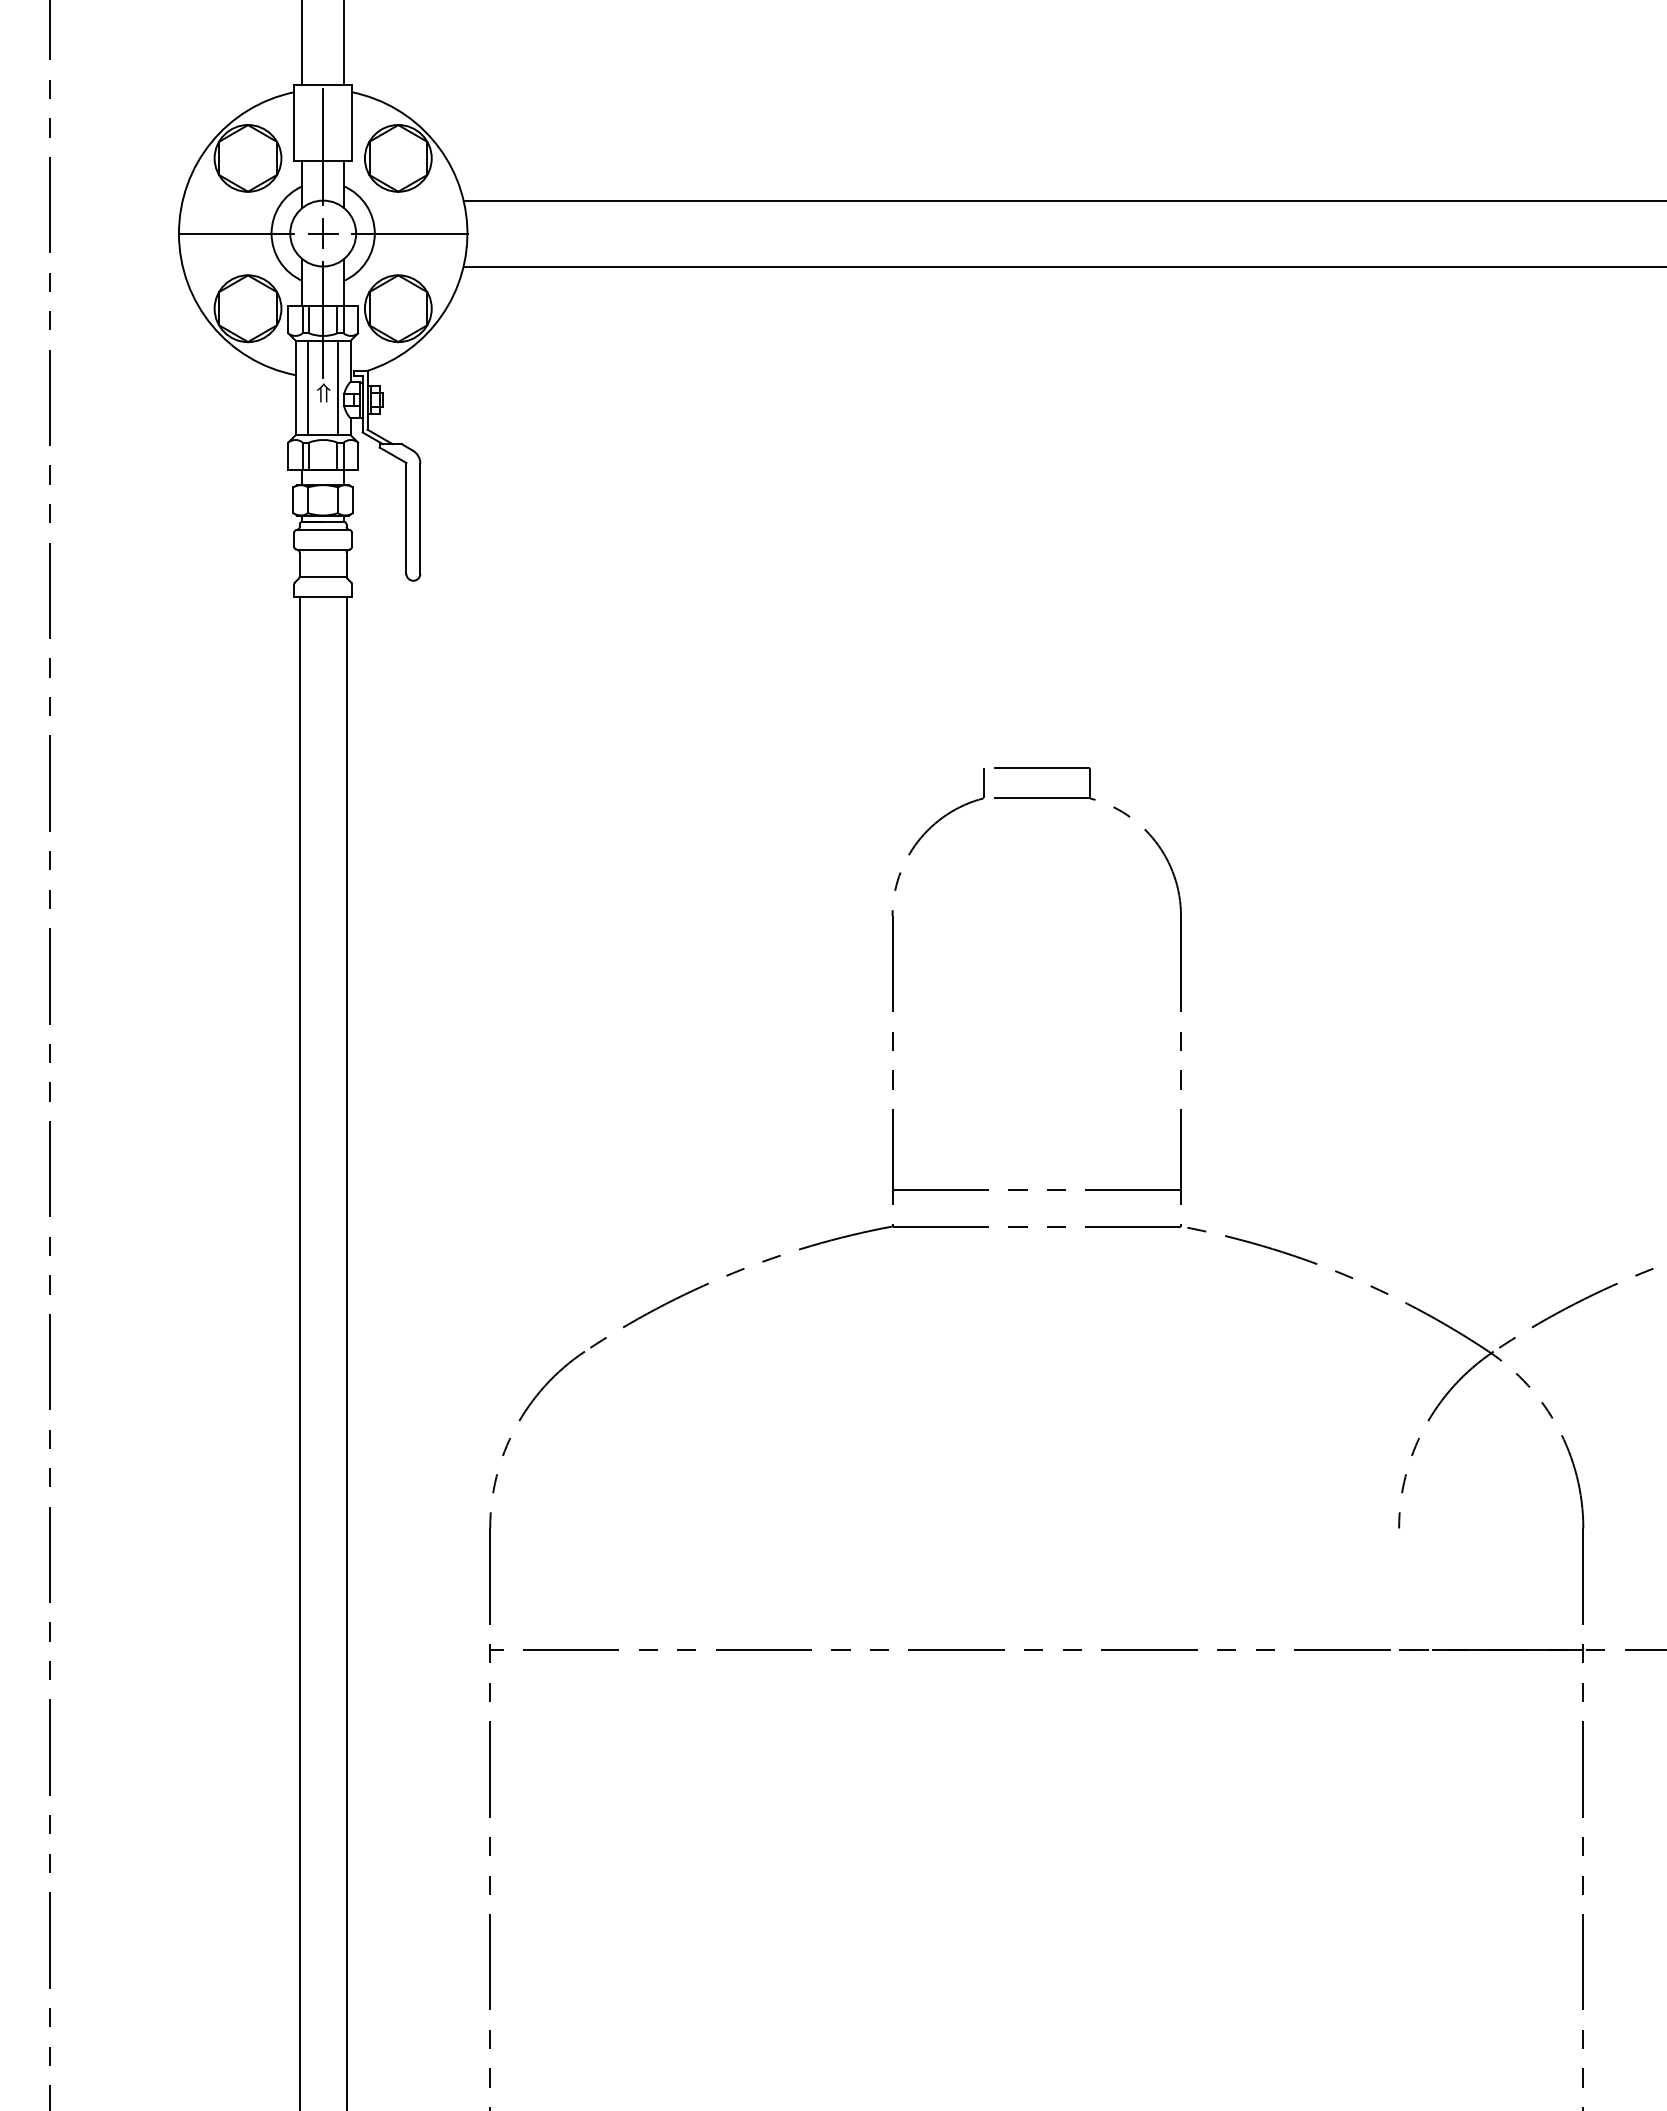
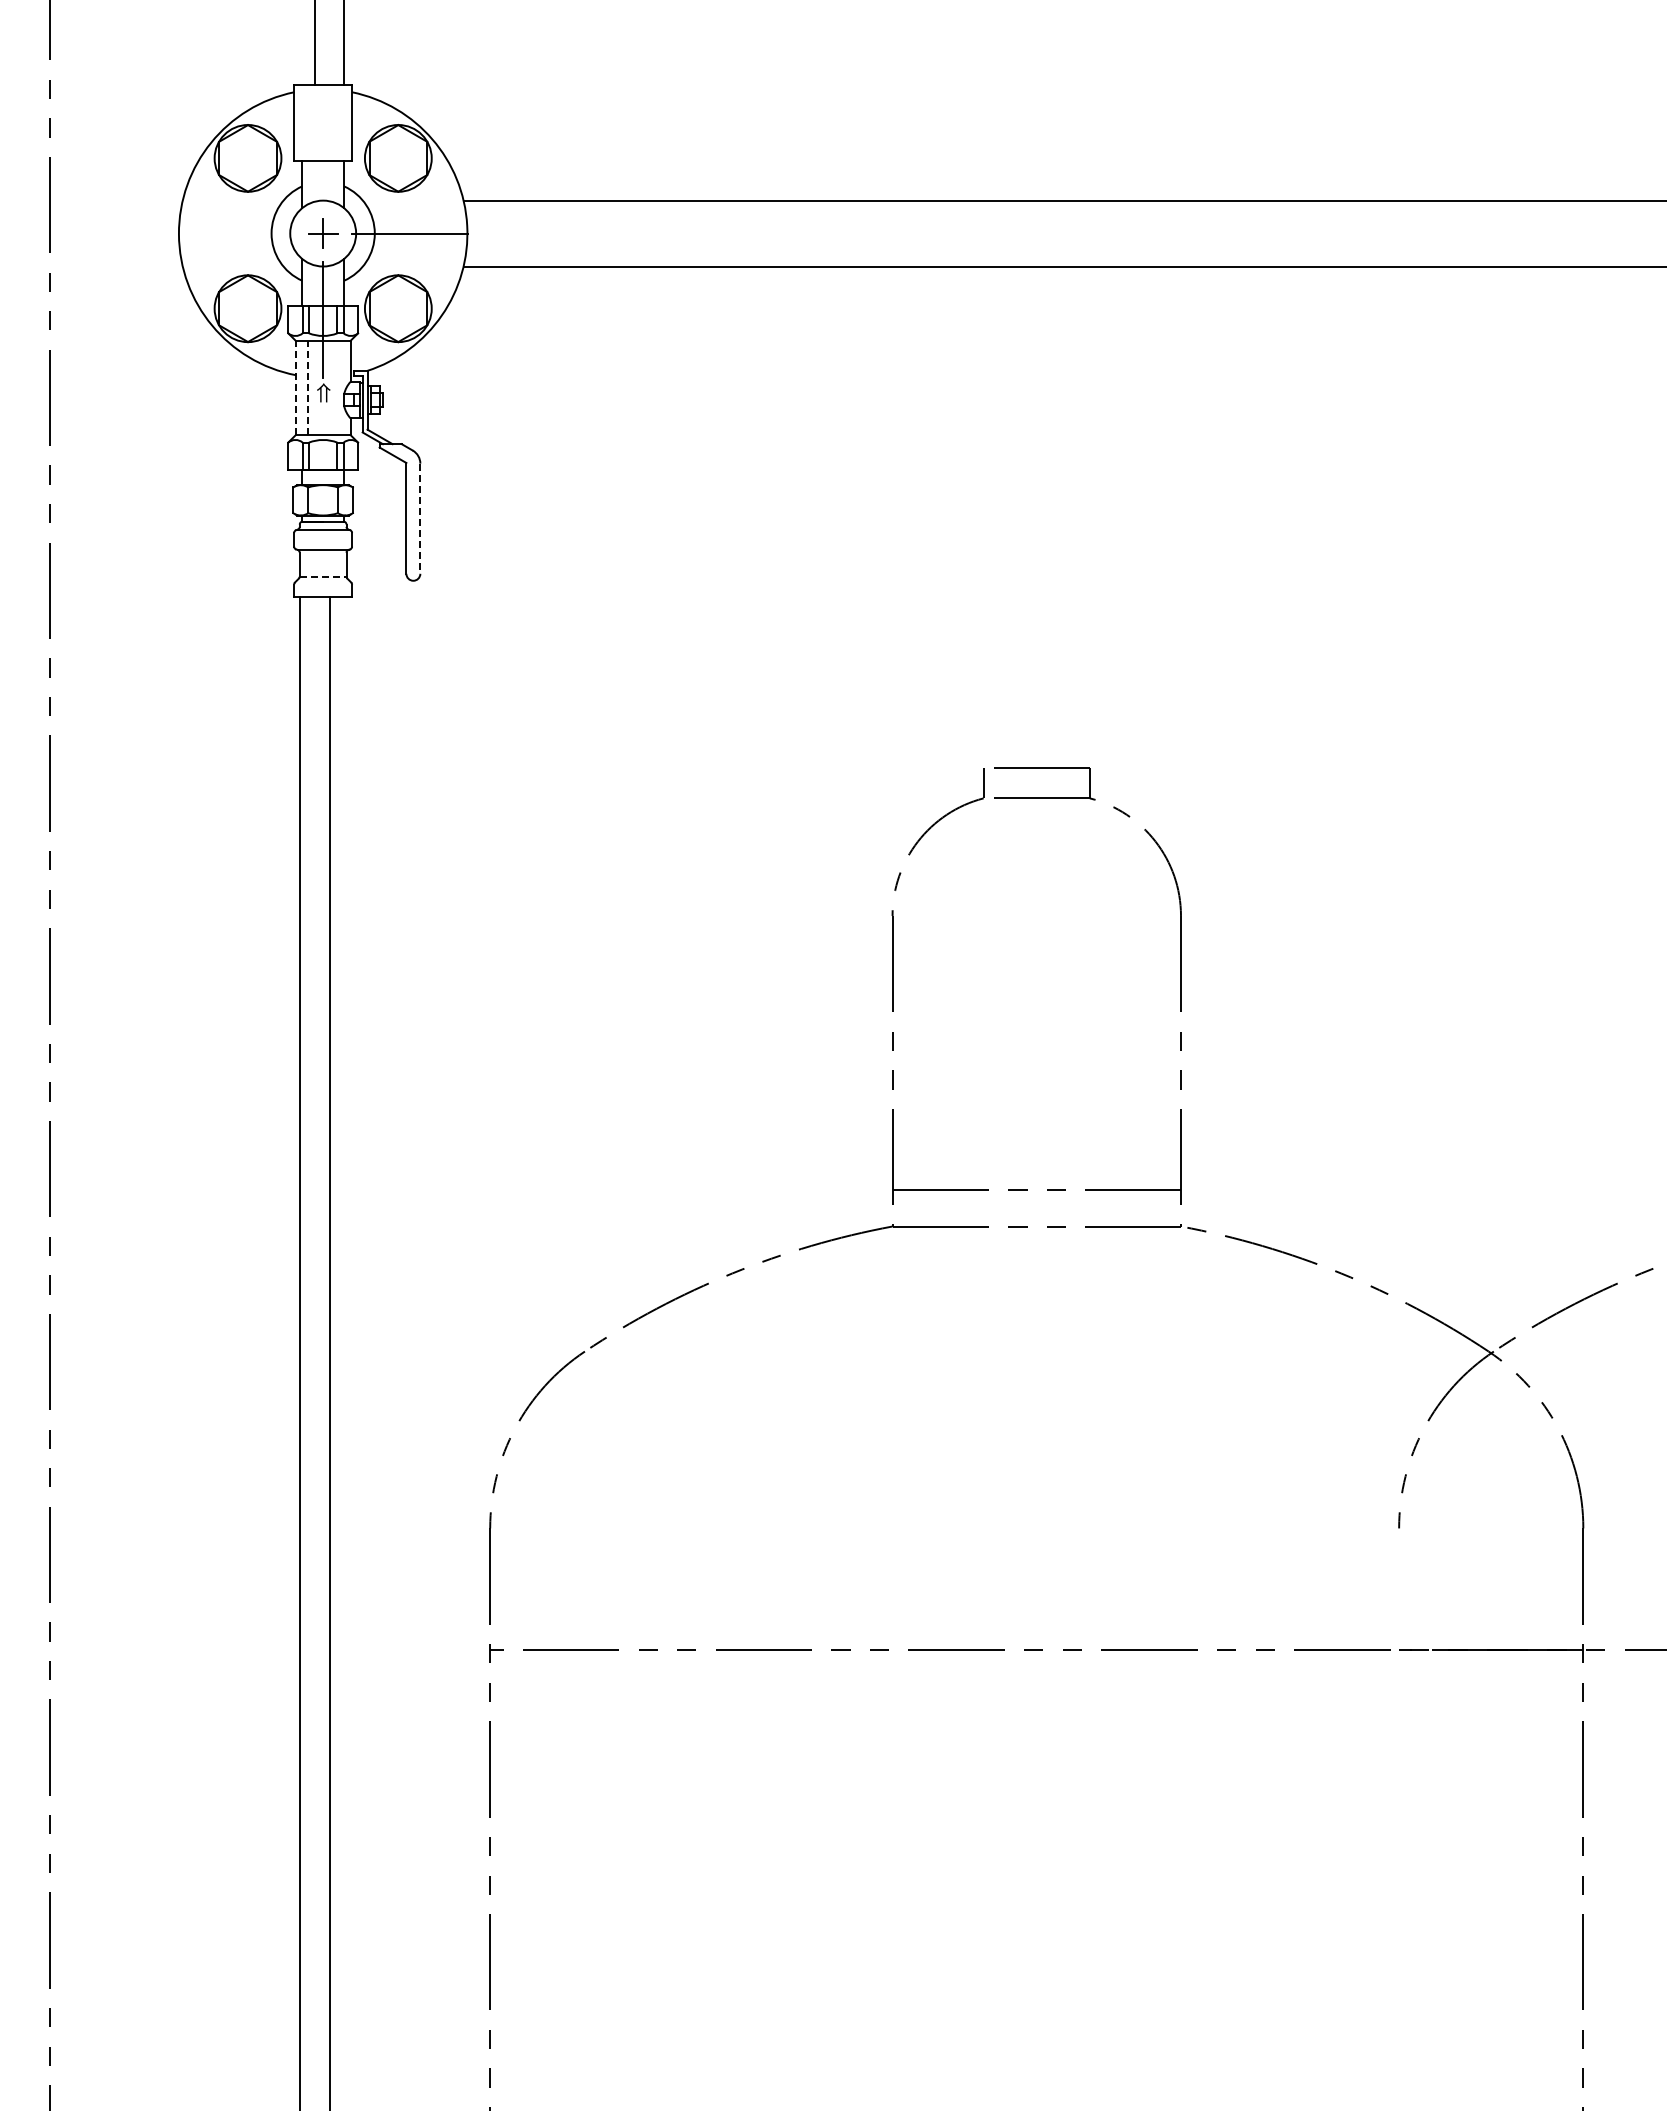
line at (302, 43) position: (302, 43) -> (315, 43)
line at (323, 146): present -> none
line at (236, 233): present -> none
line at (295, 387): solid -> dashed
line at (308, 387): solid -> dashed
line at (338, 387): present -> none
line at (420, 519): solid -> dashed
line at (323, 576): solid -> dashed
line at (346, 1352) position: (346, 1352) -> (329, 1352)
